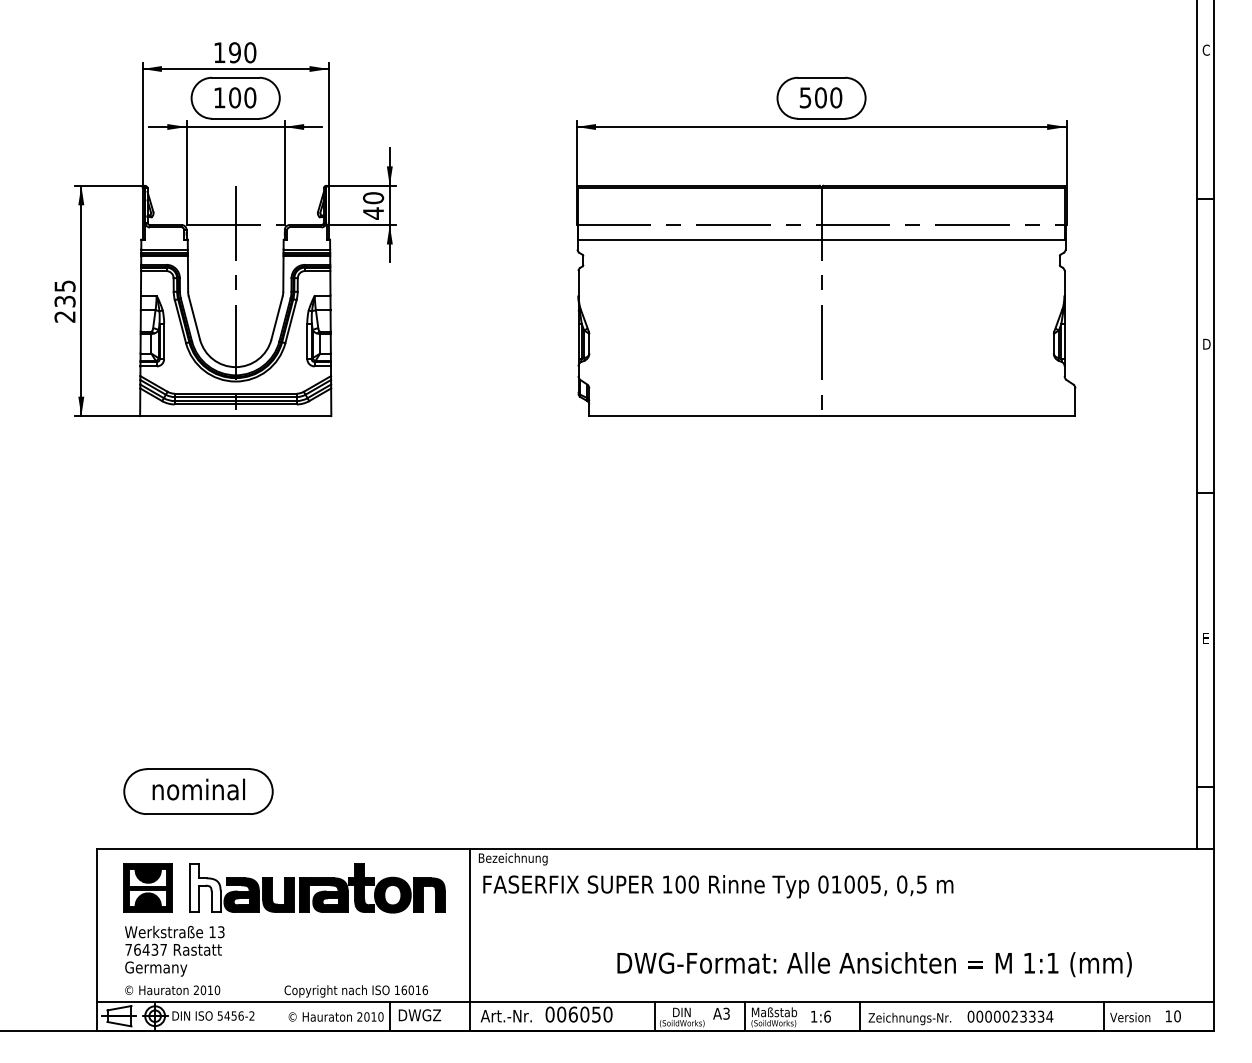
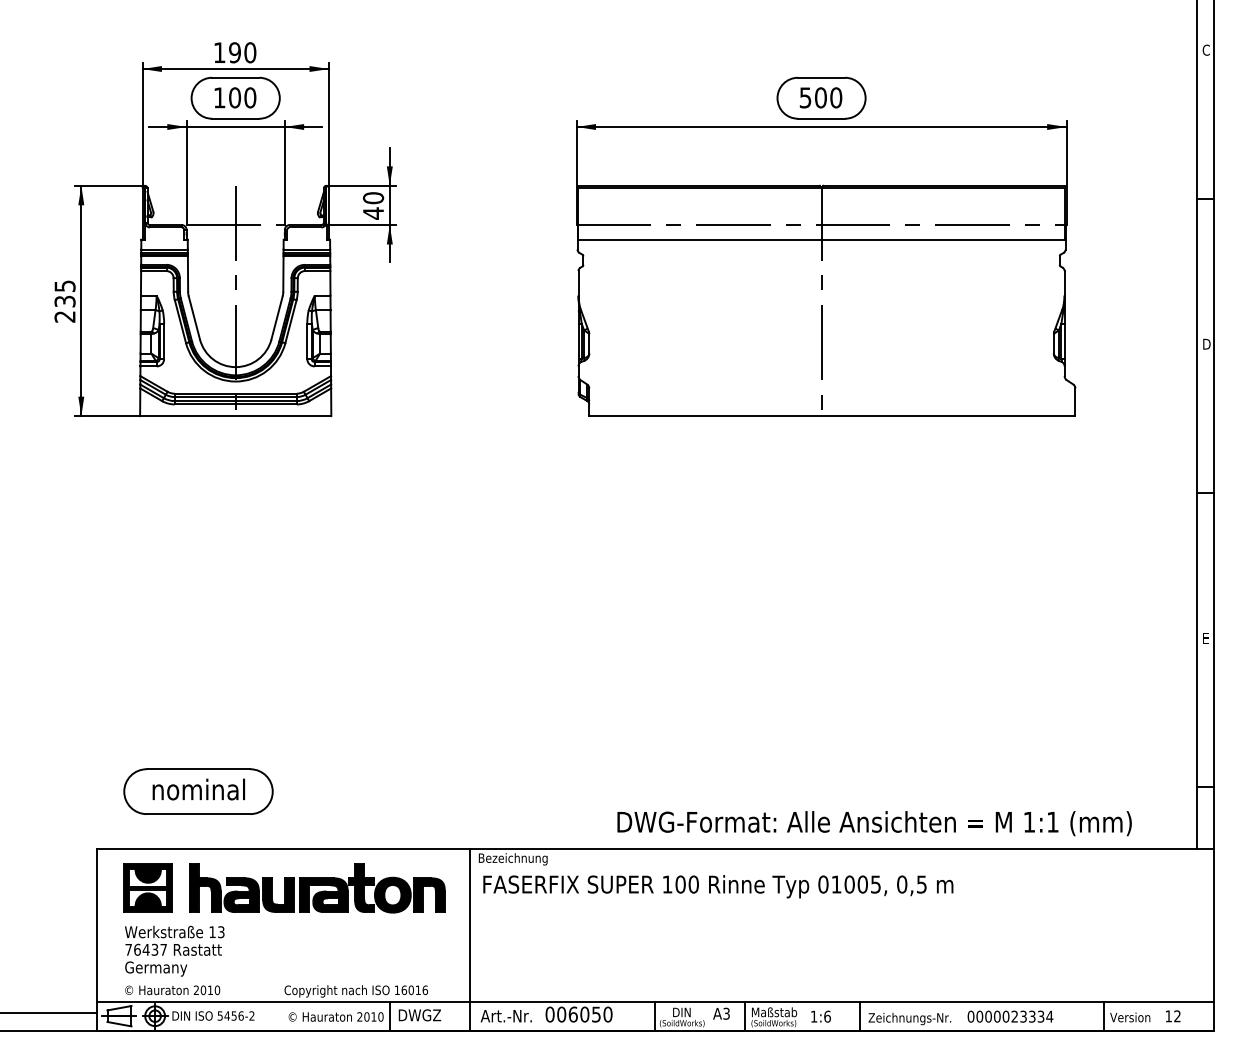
fill at (204, 888): none -> present
text at (874, 964) position: (874, 964) -> (874, 823)
line at (49, 1013): none -> present
text at (1177, 1016): 10 -> 12
